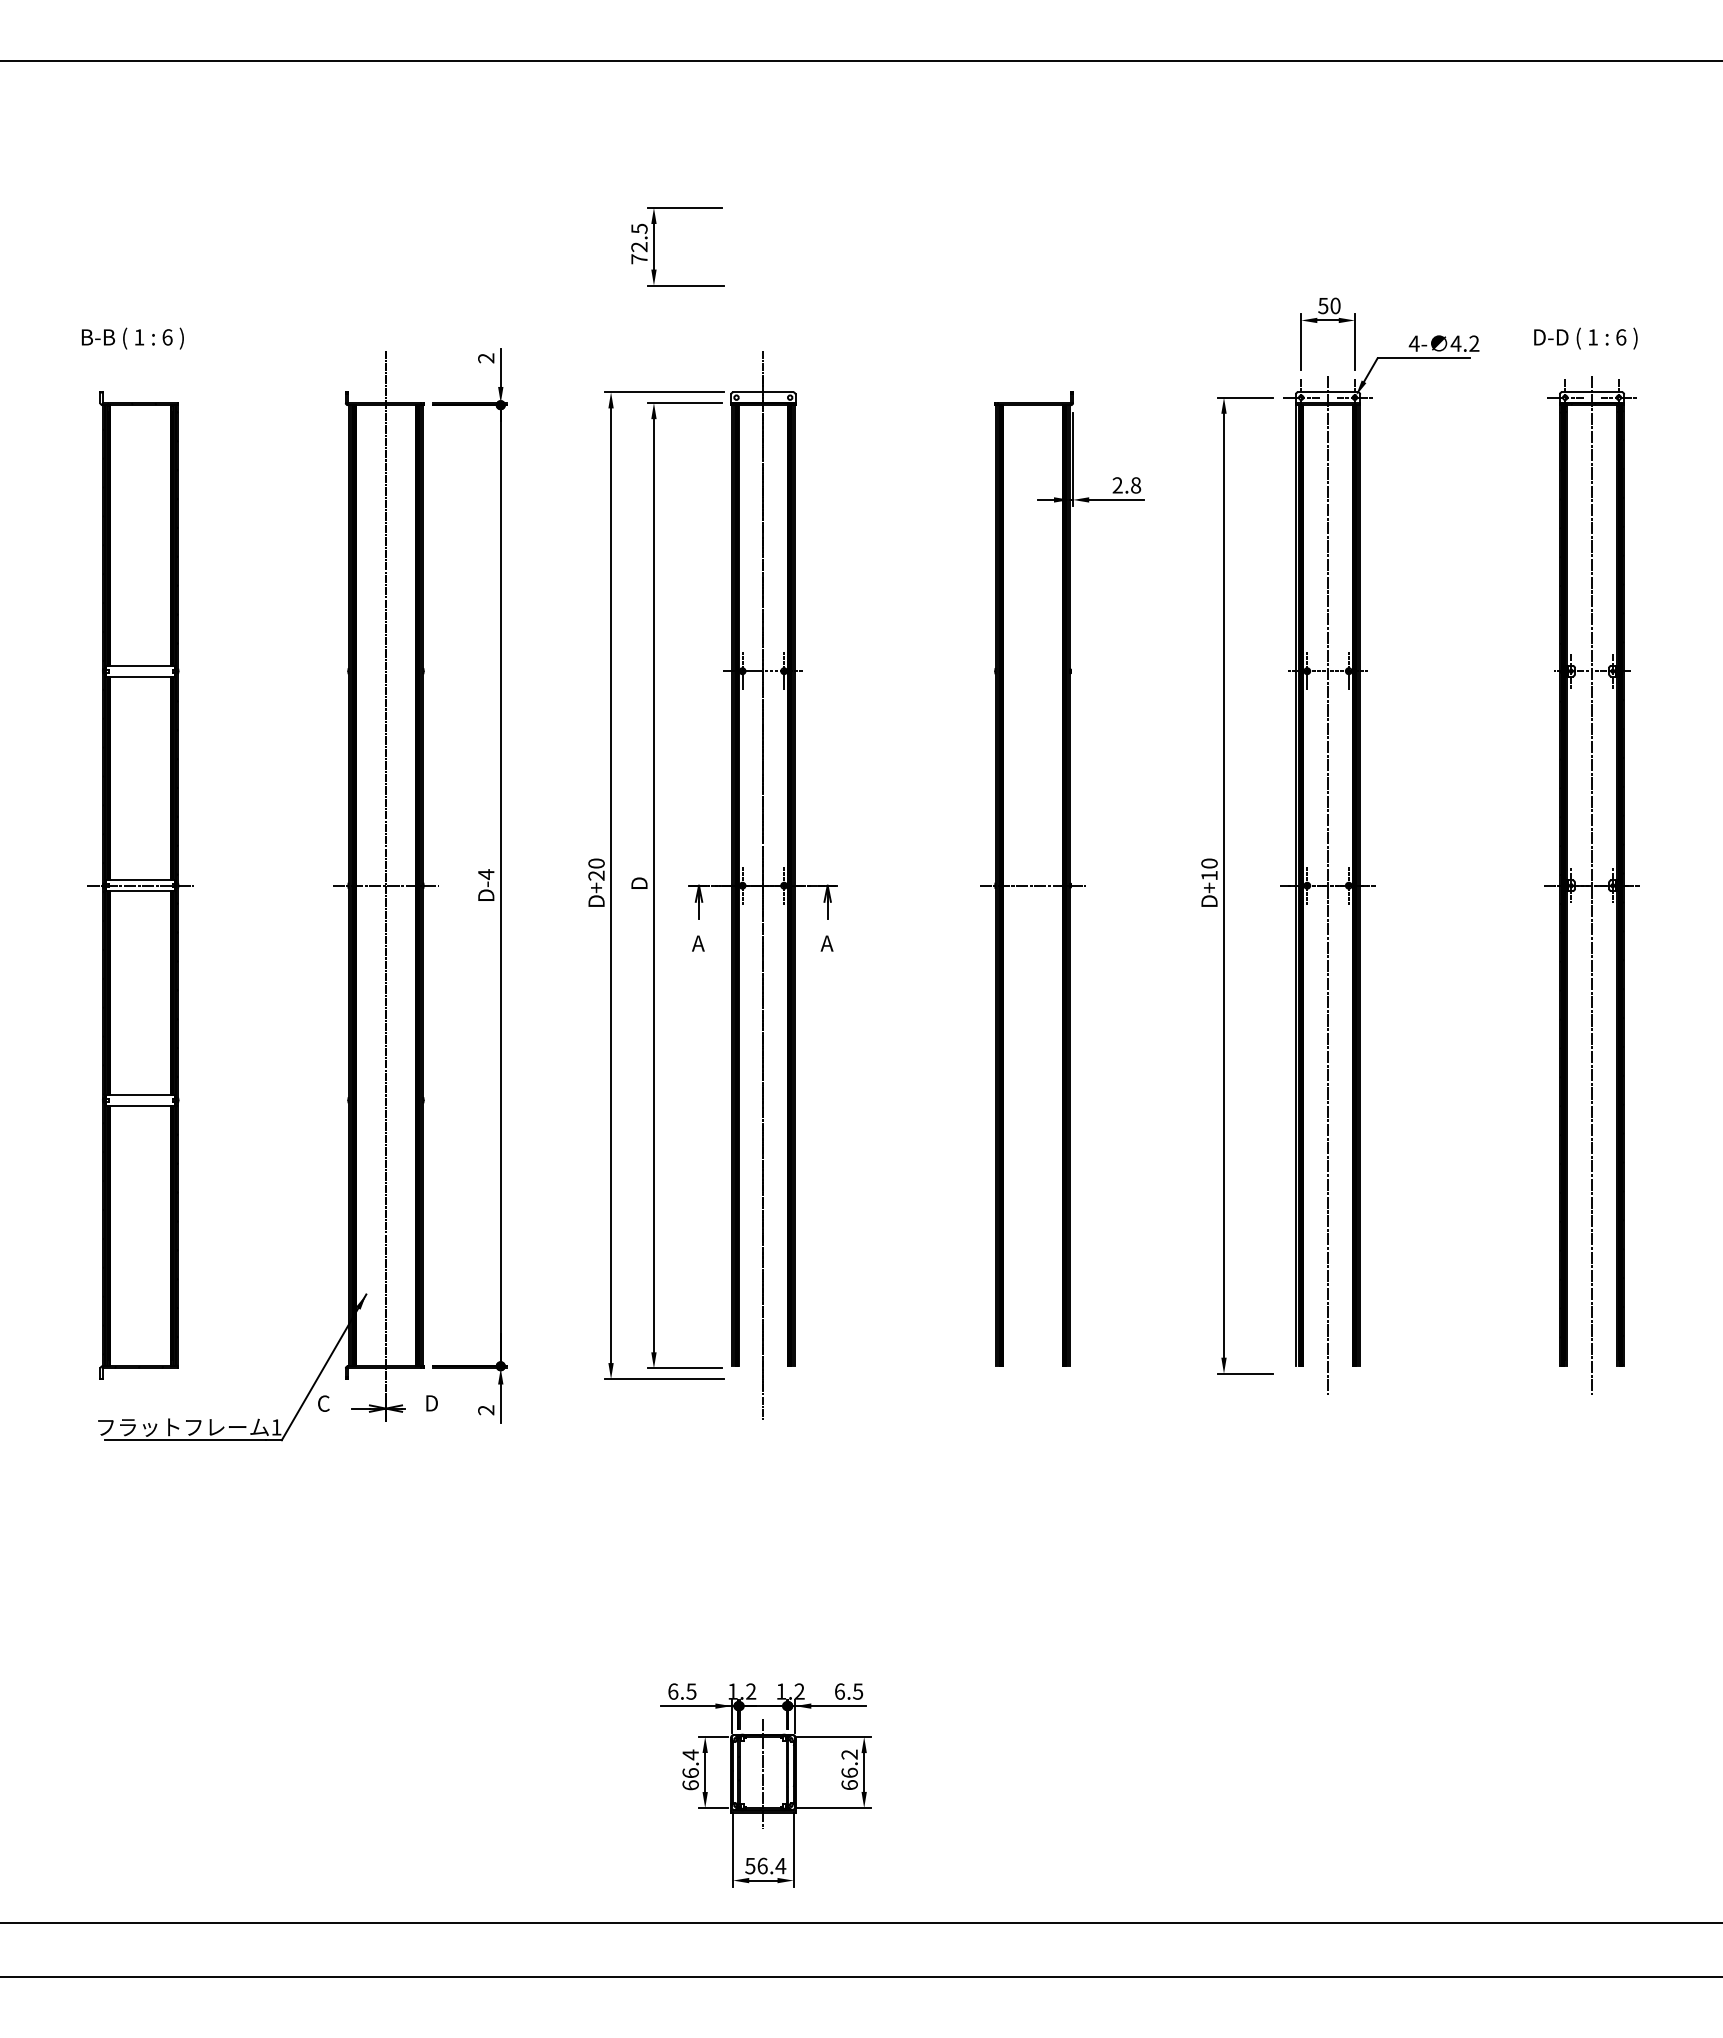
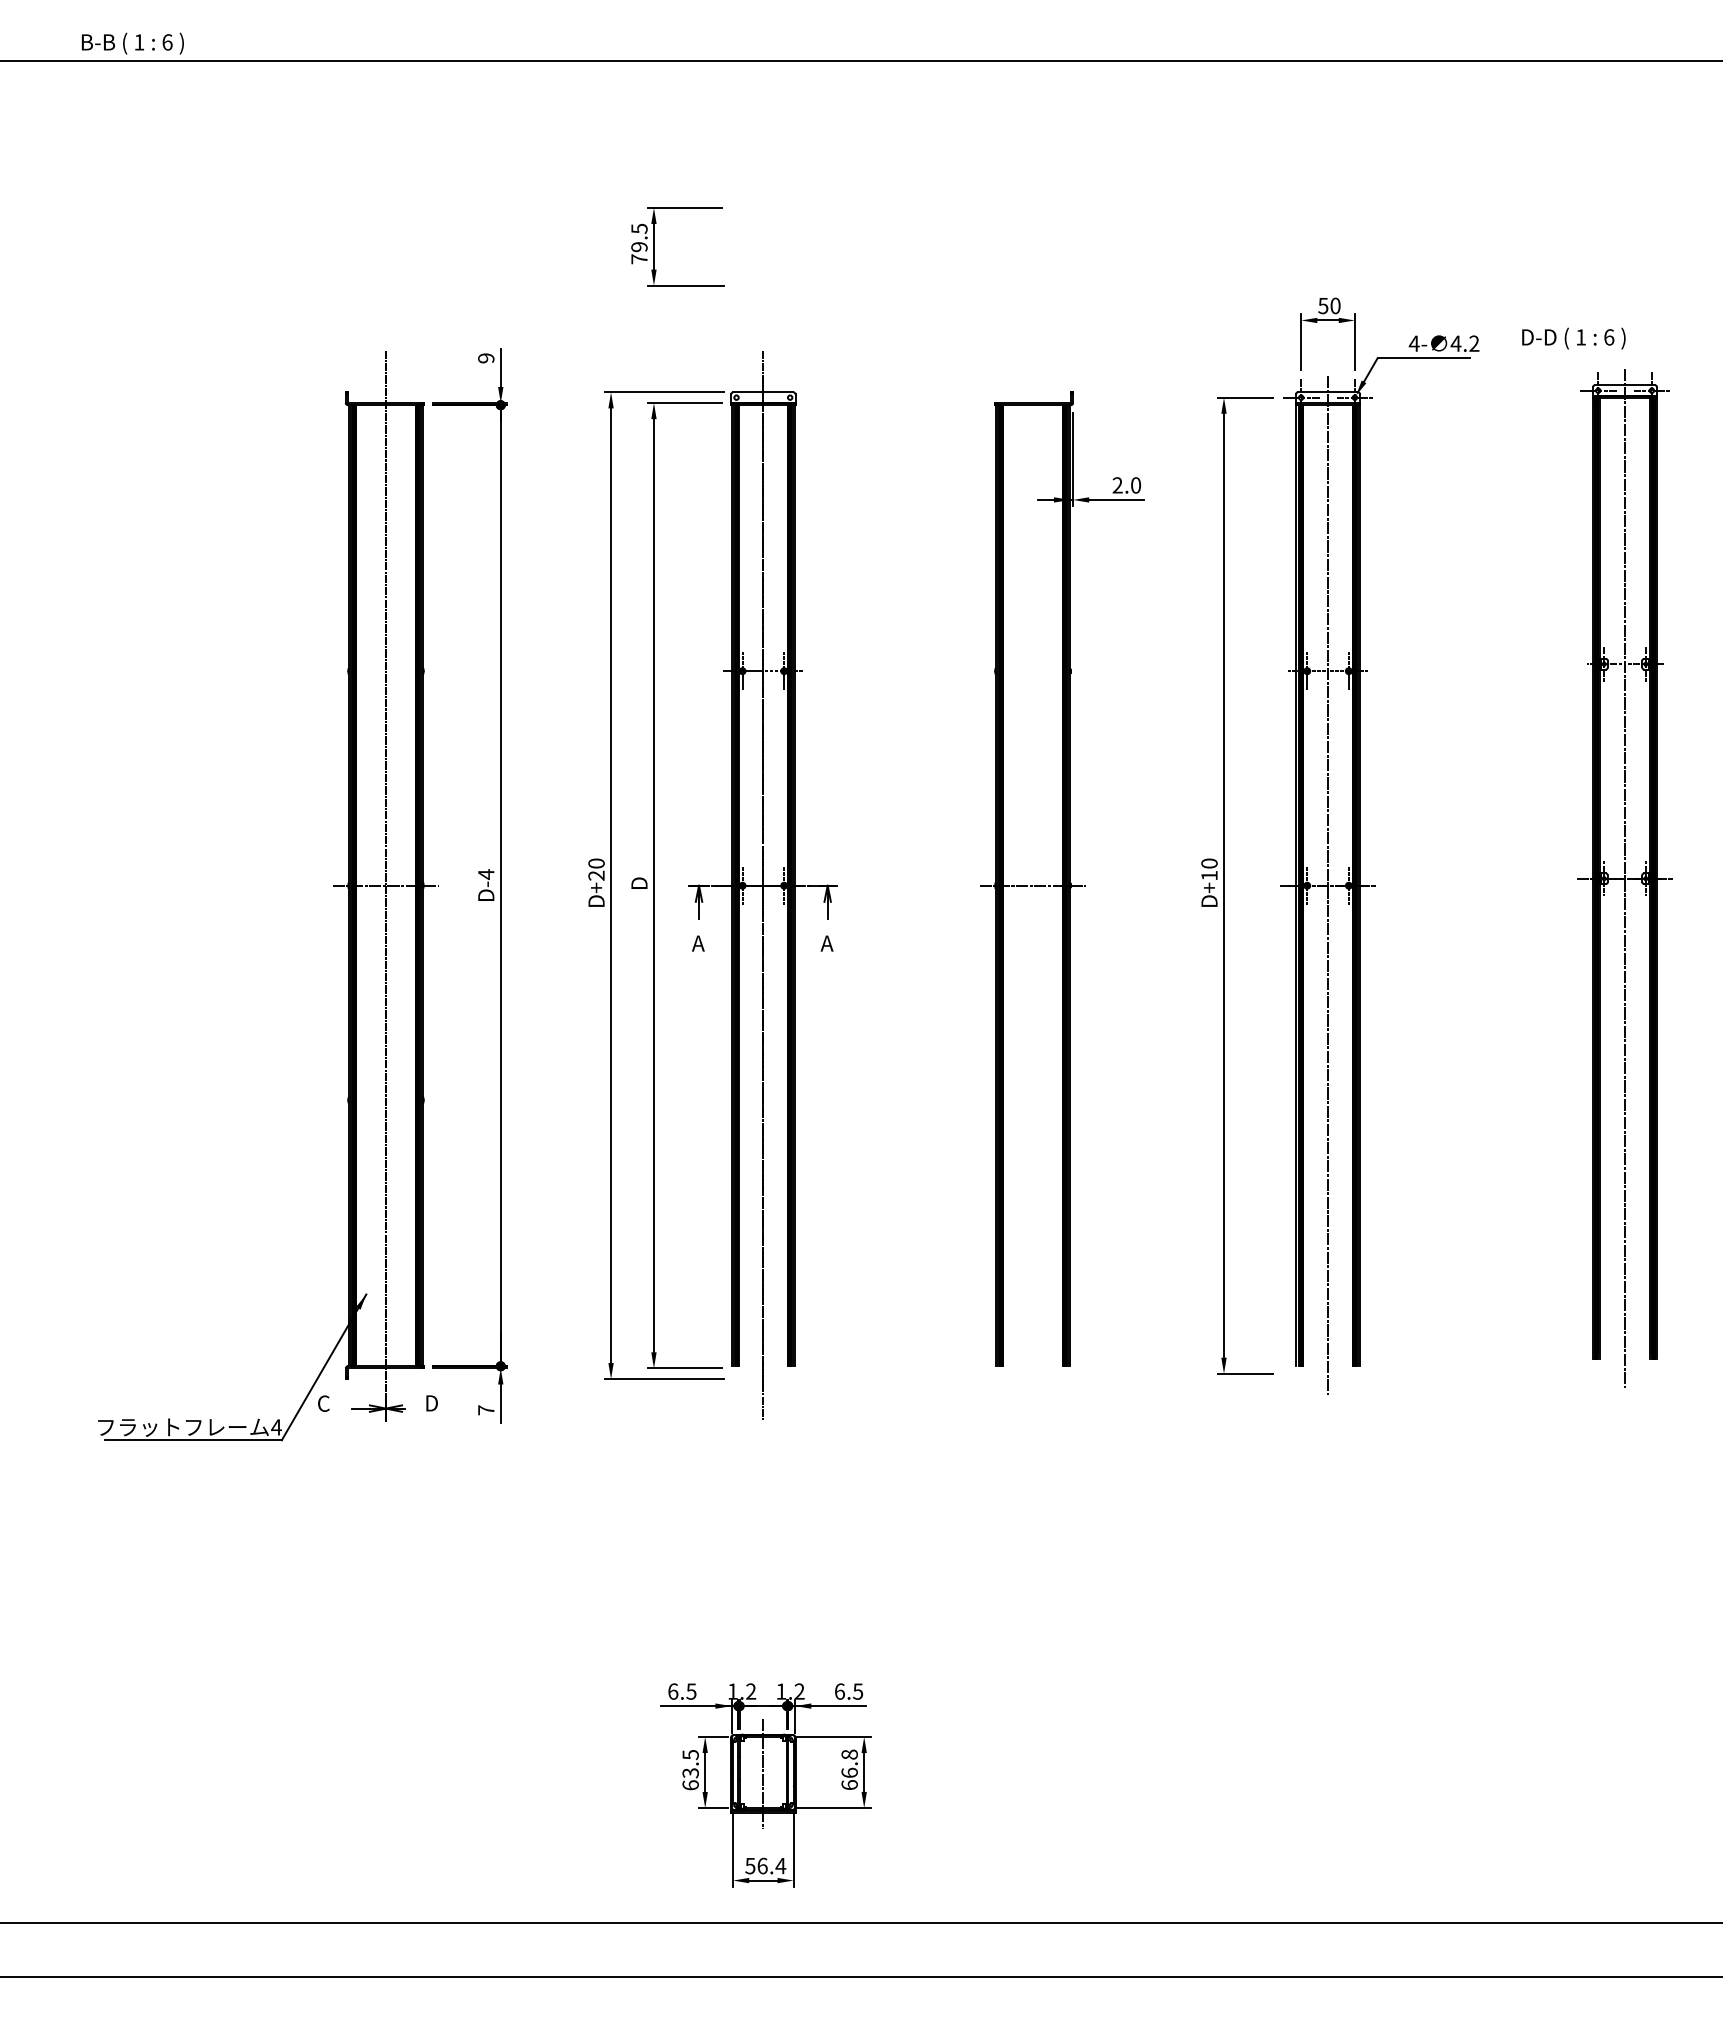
text at (639, 247): 72.5 -> 79.5
text at (132, 338) position: (132, 338) -> (132, 43)
text at (1585, 338) position: (1585, 338) -> (1573, 338)
text at (486, 358): 2 -> 9
text at (1136, 485): 2.8 -> 2.0
part at (140, 885): present -> none
part at (1591, 885) position: (1591, 885) -> (1624, 878)
text at (486, 1410): 2 -> 7
text at (276, 1427): 1 -> 4
text at (849, 1754): 66.2 -> 66.8
text at (690, 1763): 66.4 -> 63.5
